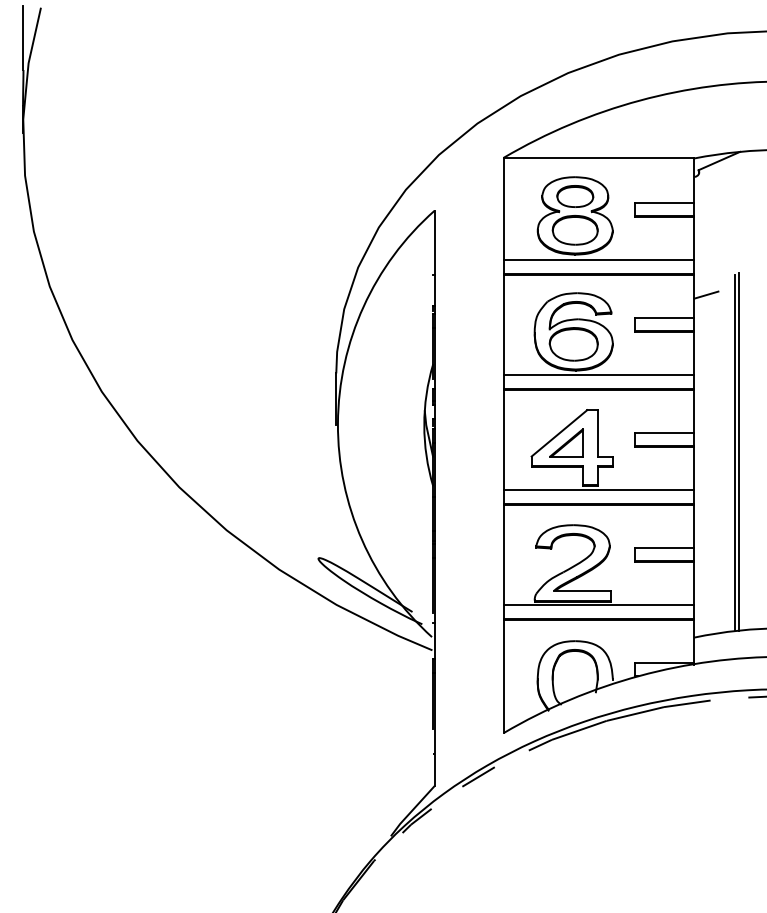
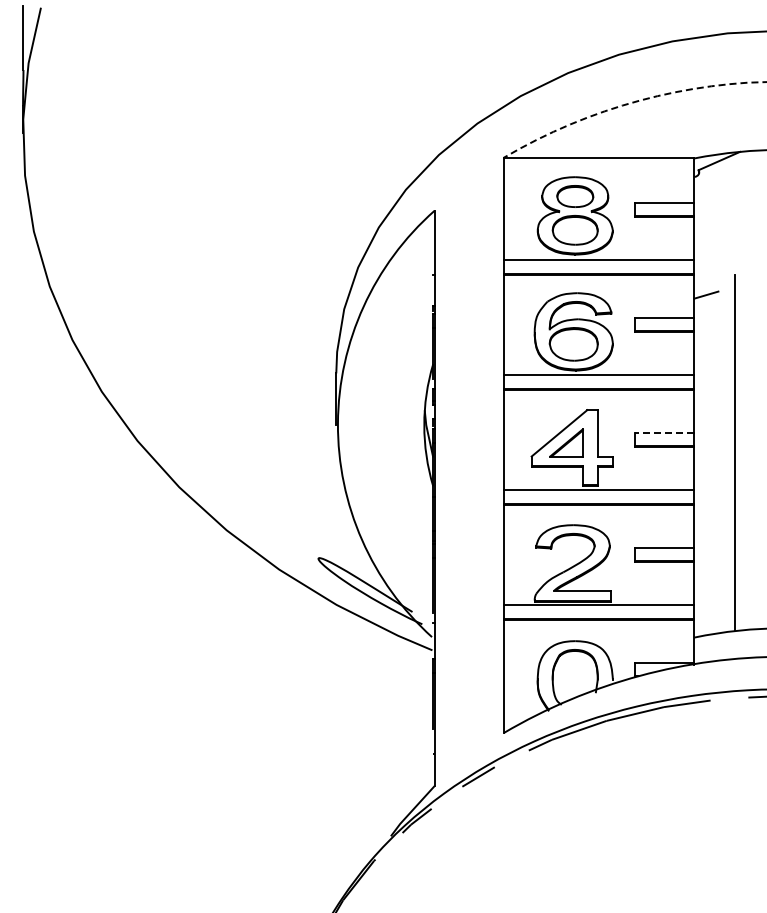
arc at (631, 103): solid -> dashed
line at (664, 432): solid -> dashed
line at (739, 451): present -> none
